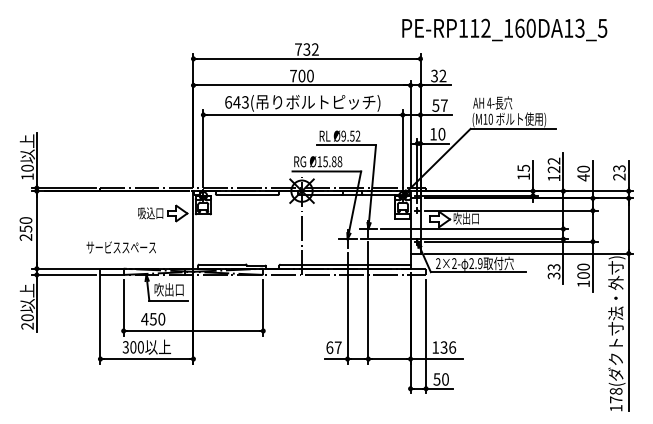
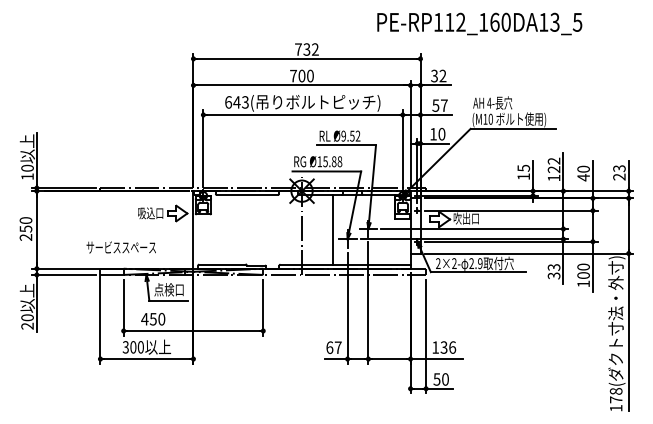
text at (504, 29) position: (504, 29) -> (479, 23)
line at (332, 229): none -> present
text at (164, 289): 吹出口 -> 点検口
